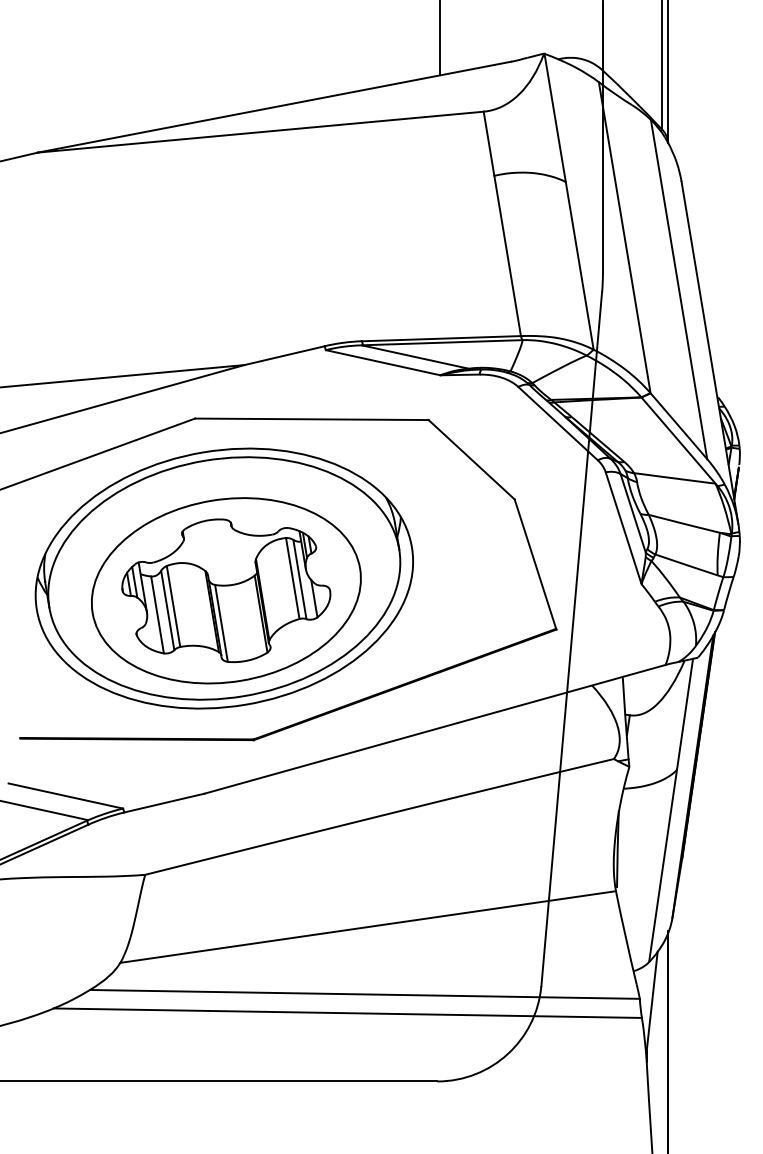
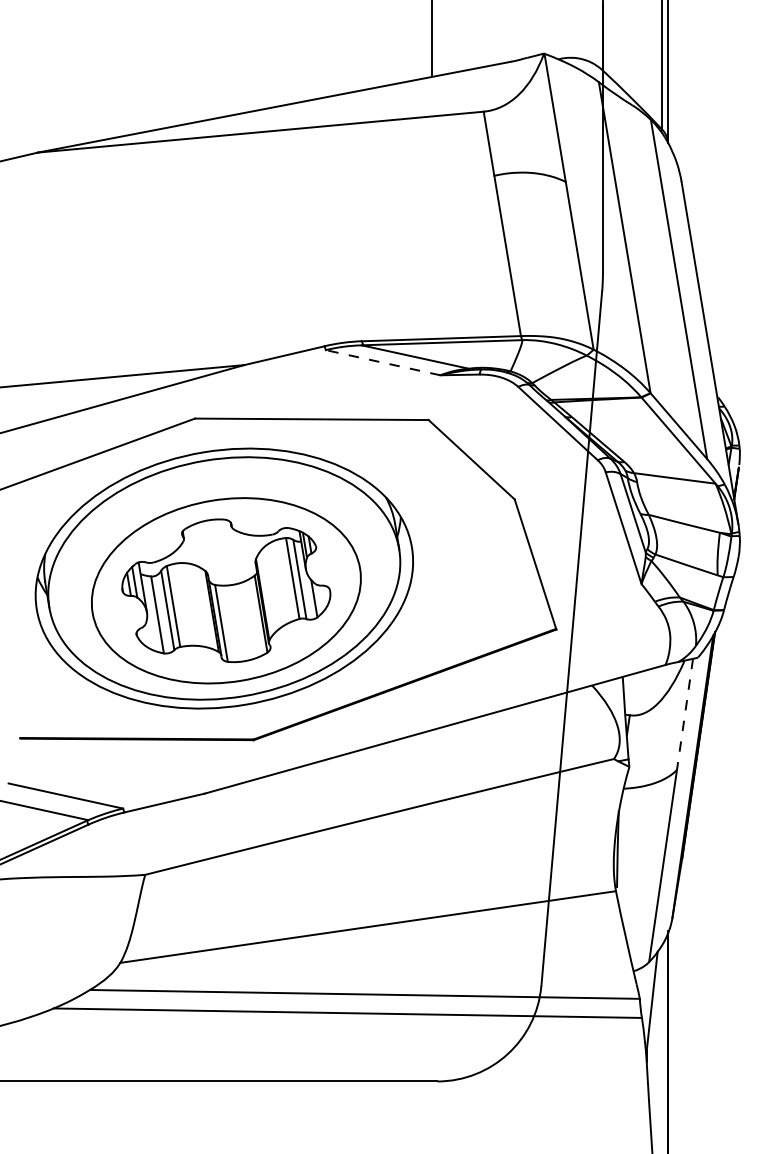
line at (440, 38) position: (440, 38) -> (432, 38)
line at (383, 362): solid -> dashed
line at (684, 714): solid -> dashed
